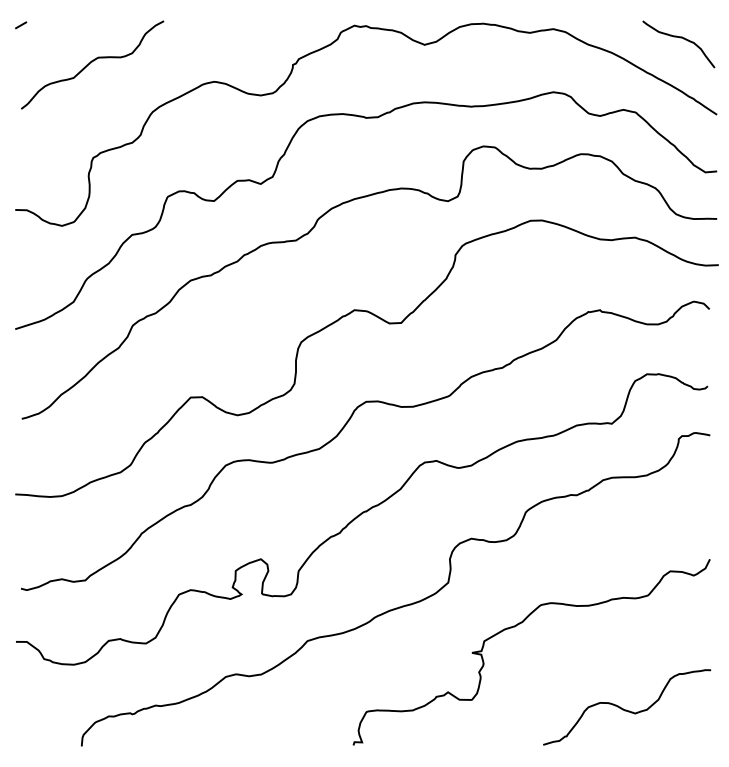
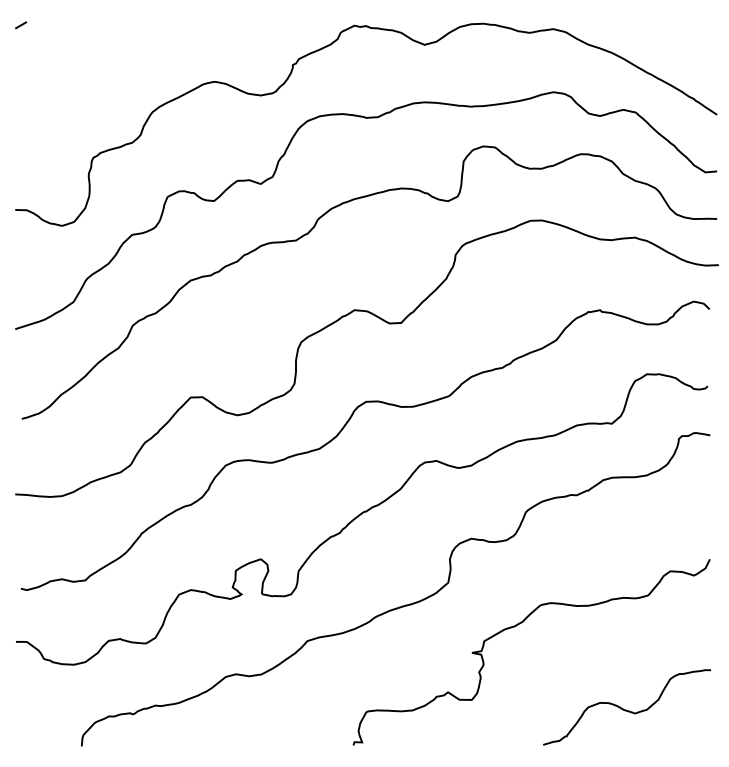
curve at (679, 38): present -> none
curve at (92, 62): present -> none
